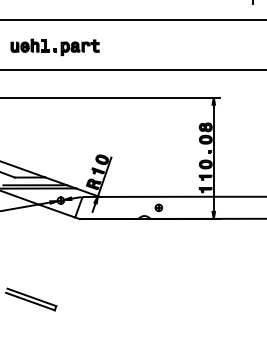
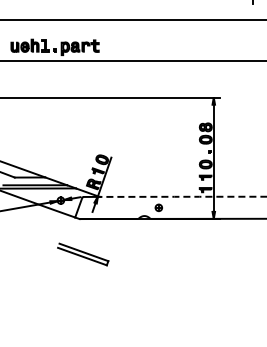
line at (132, 69) position: (132, 69) -> (132, 60)
arc at (183, 196): solid -> dashed
part at (31, 299) position: (31, 299) -> (83, 254)
